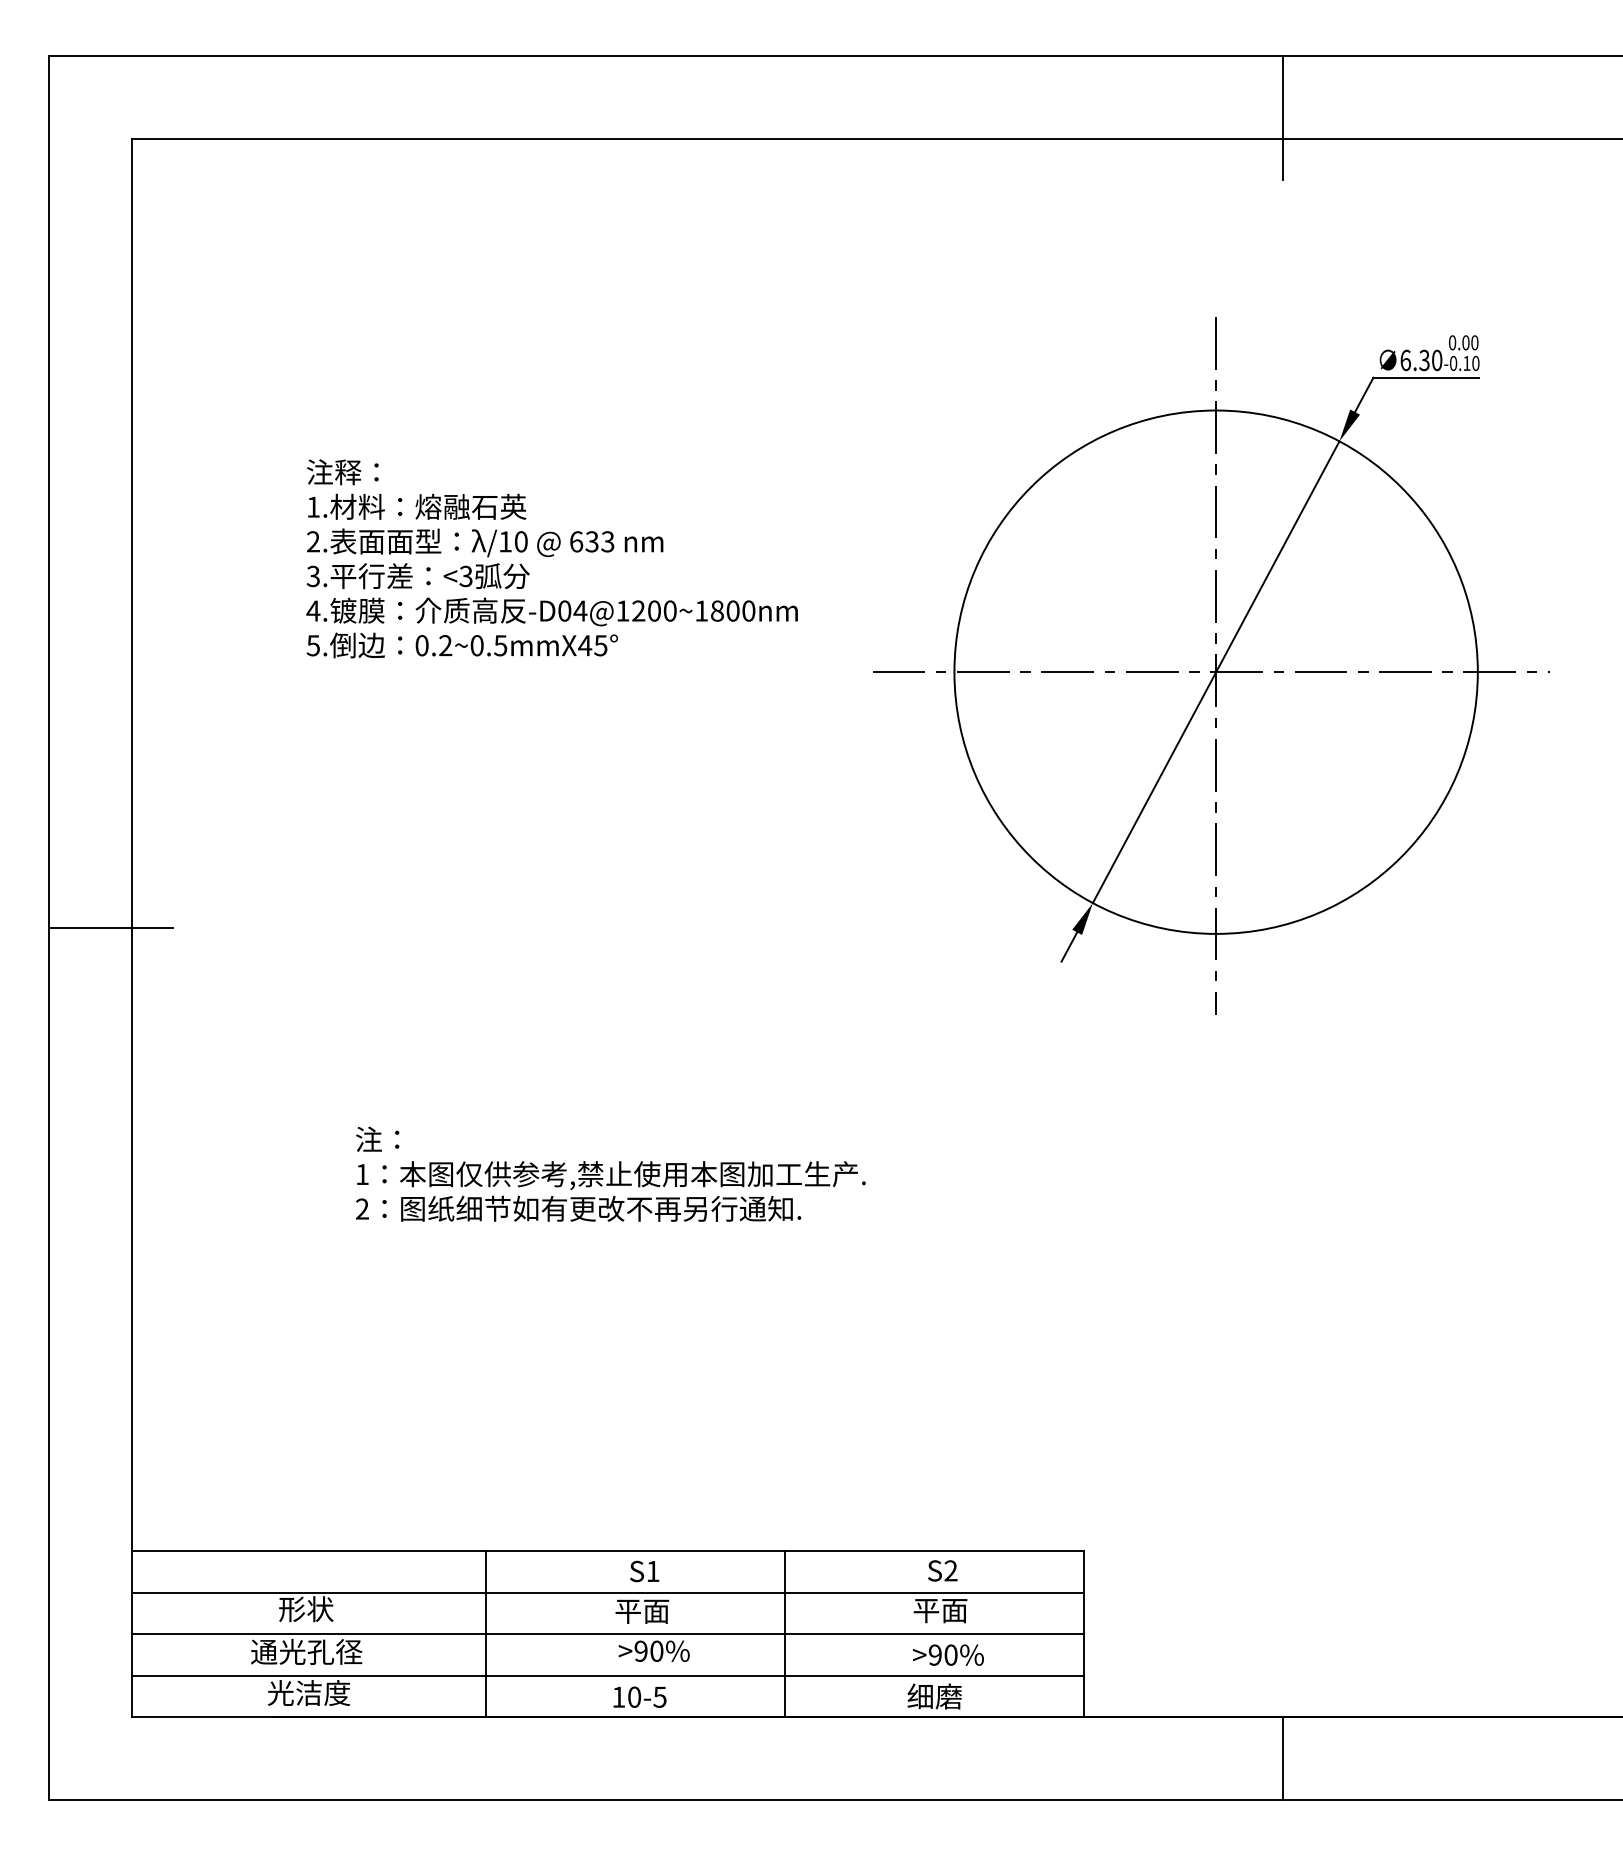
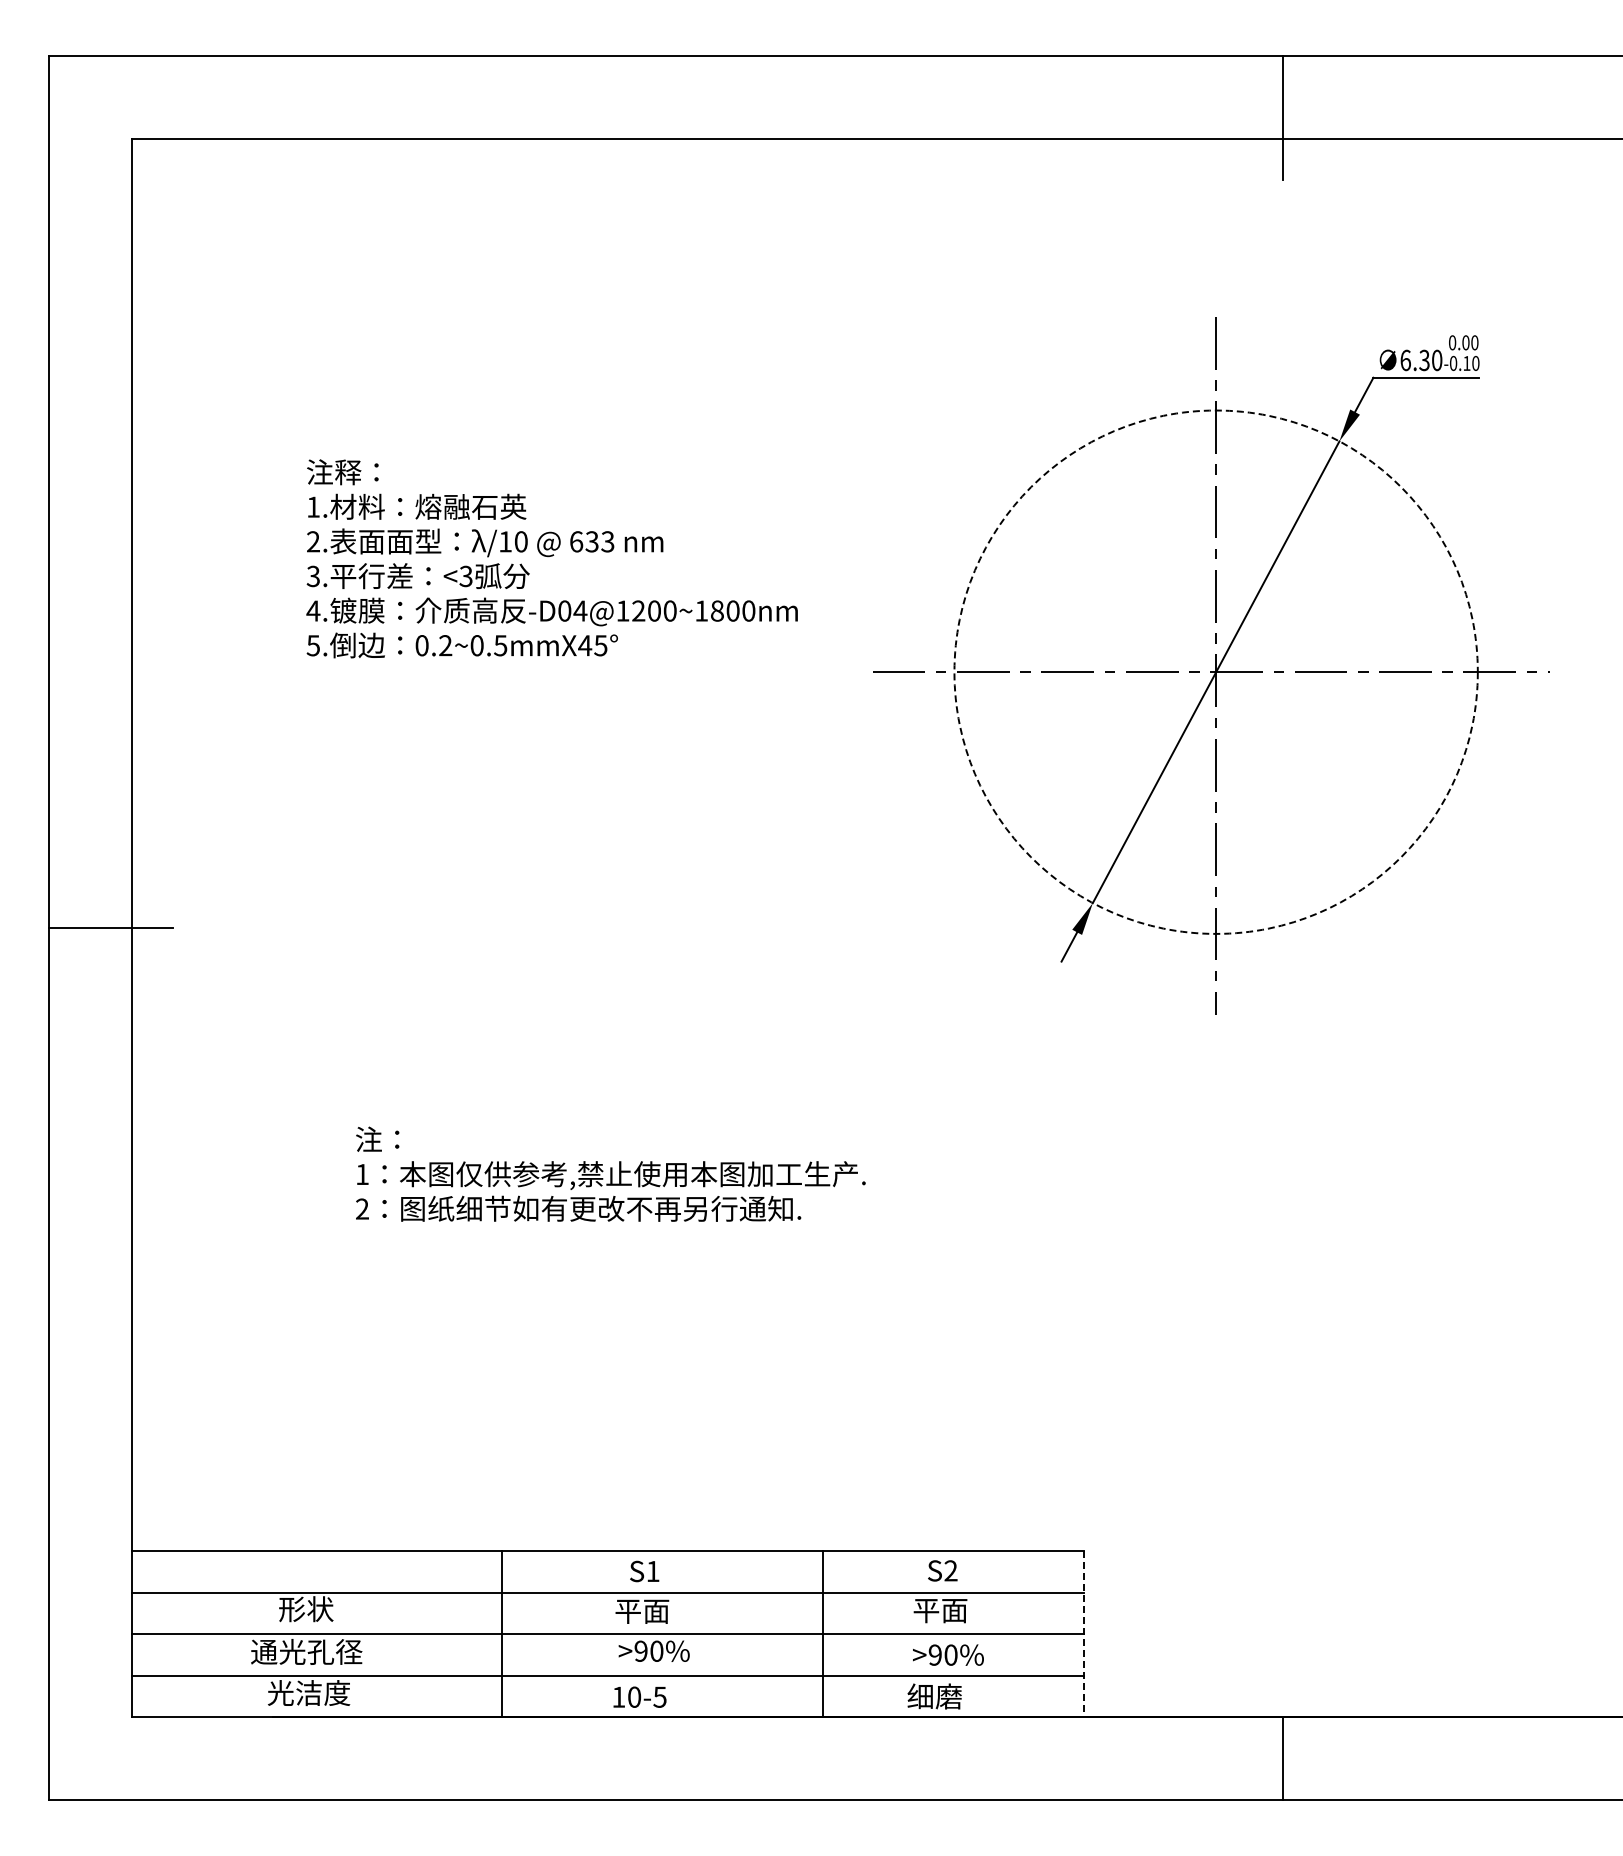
circle at (1215, 671): solid -> dashed
line at (486, 1634) position: (486, 1634) -> (502, 1634)
line at (785, 1634) position: (785, 1634) -> (823, 1634)
line at (1084, 1634): solid -> dashed
